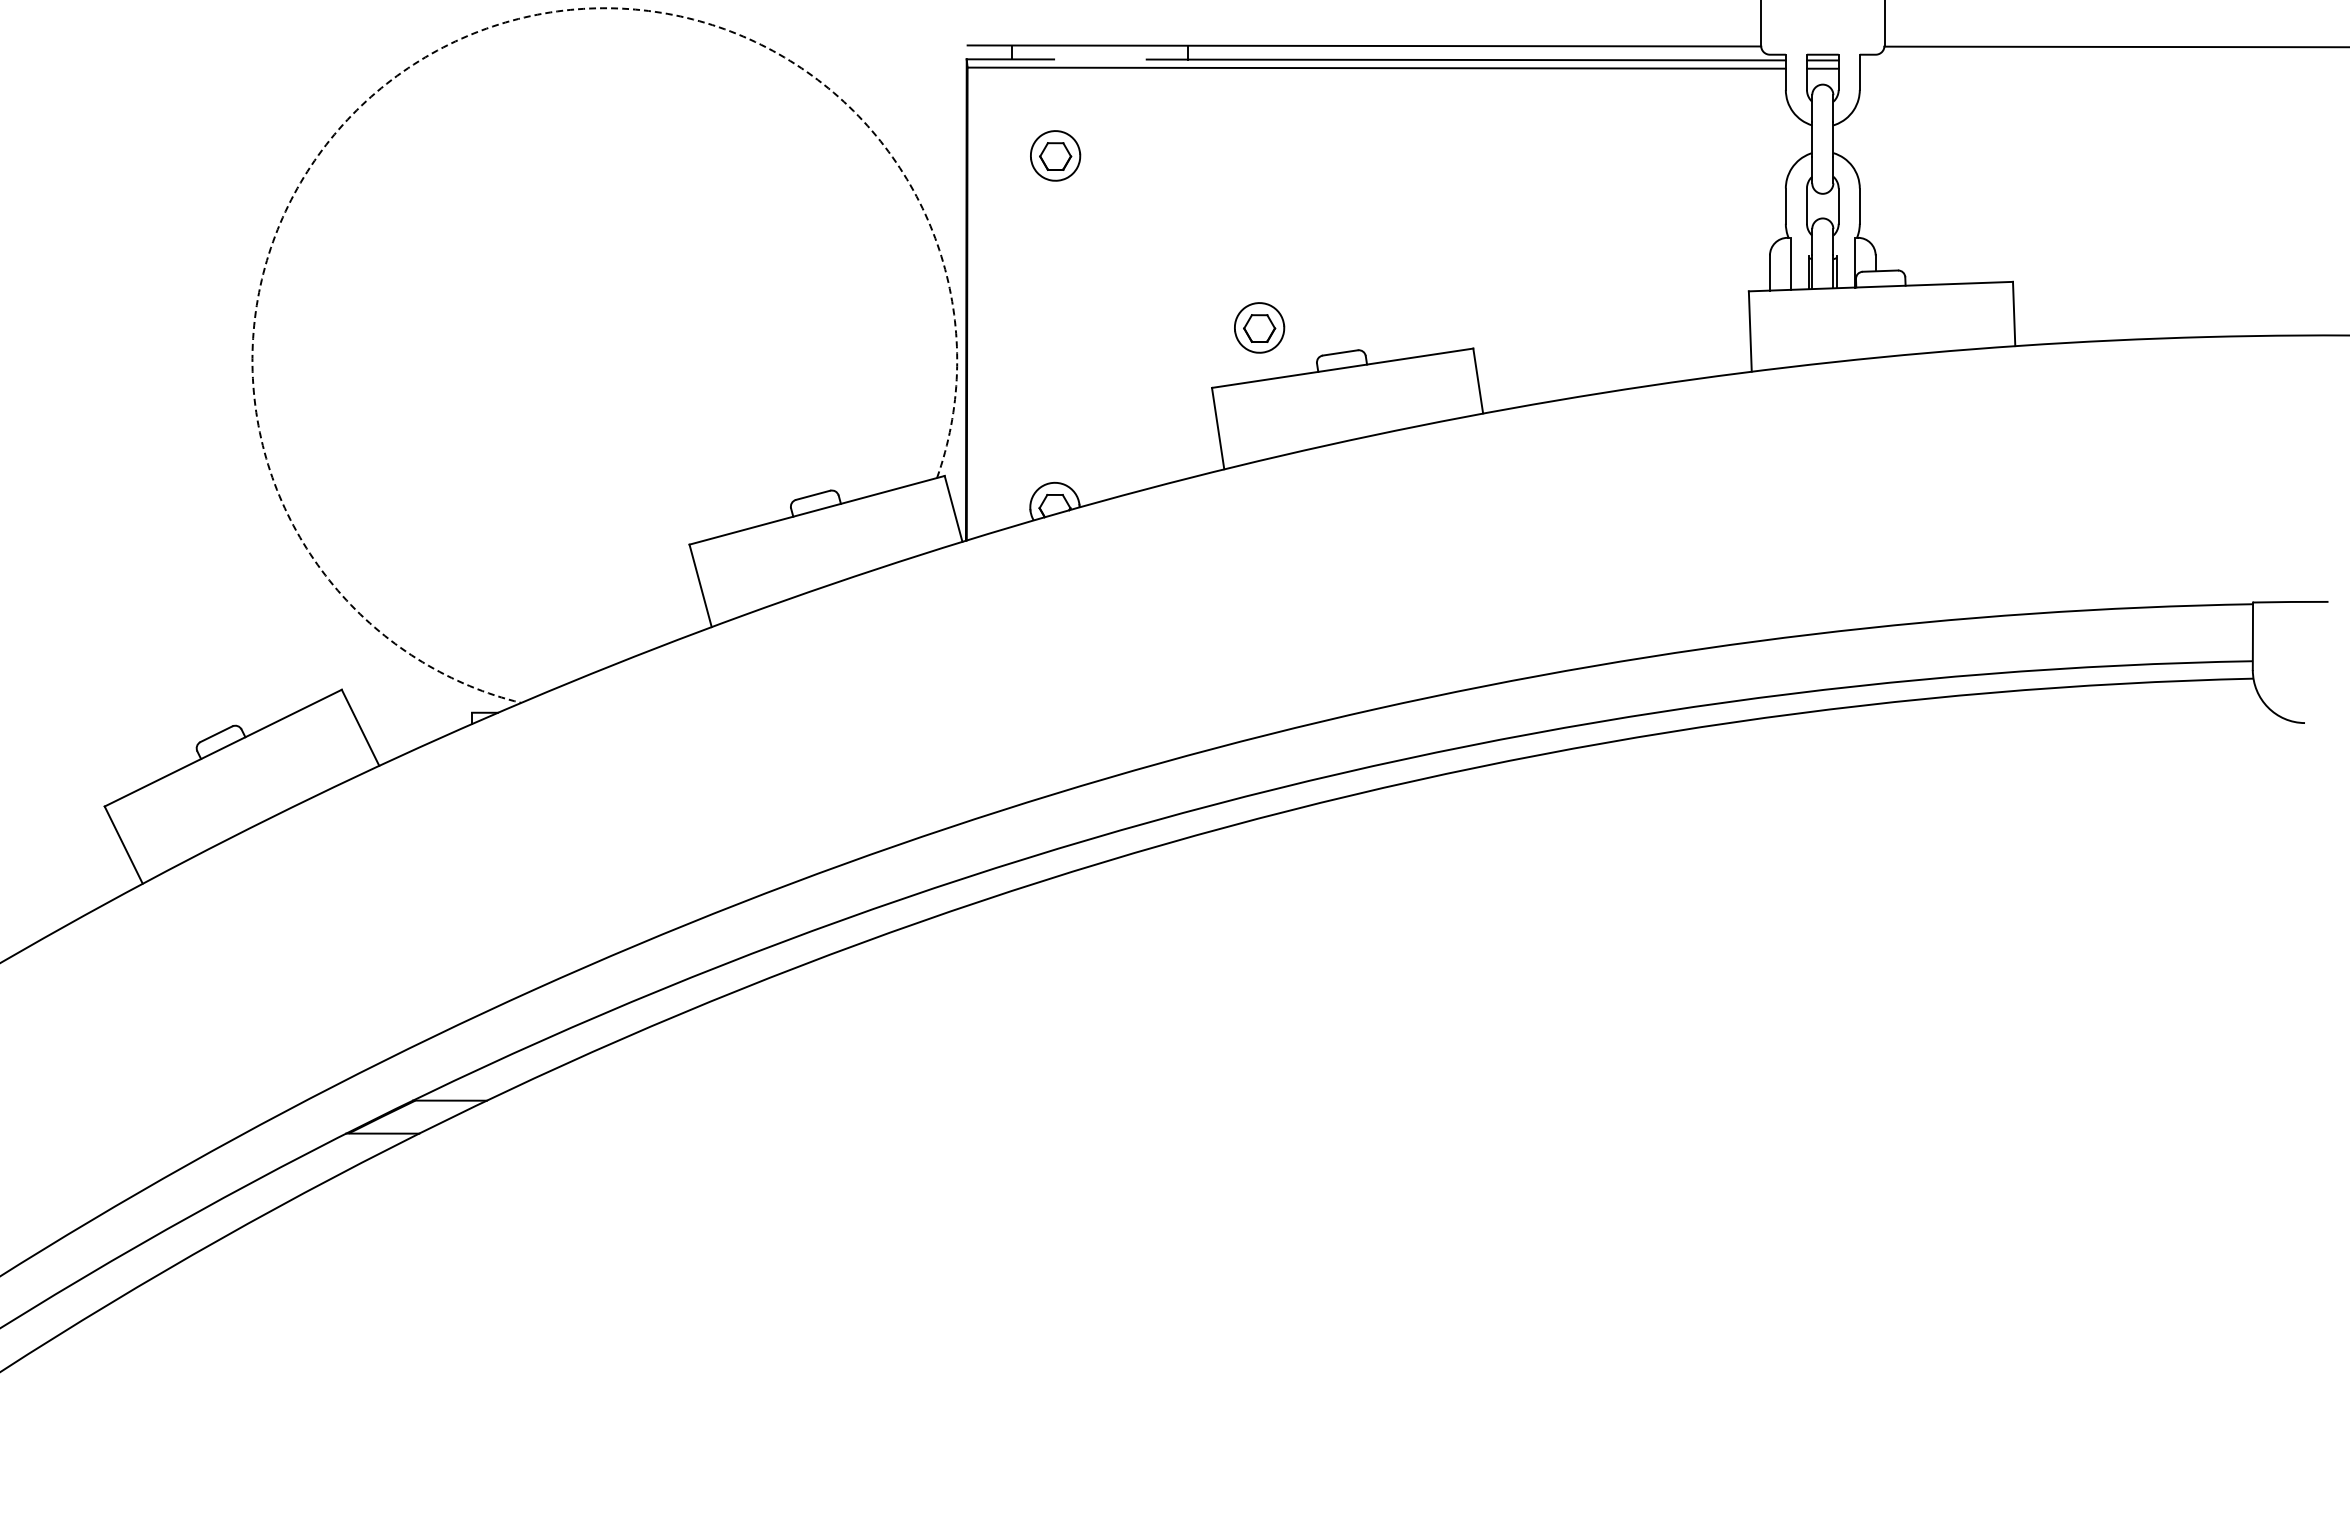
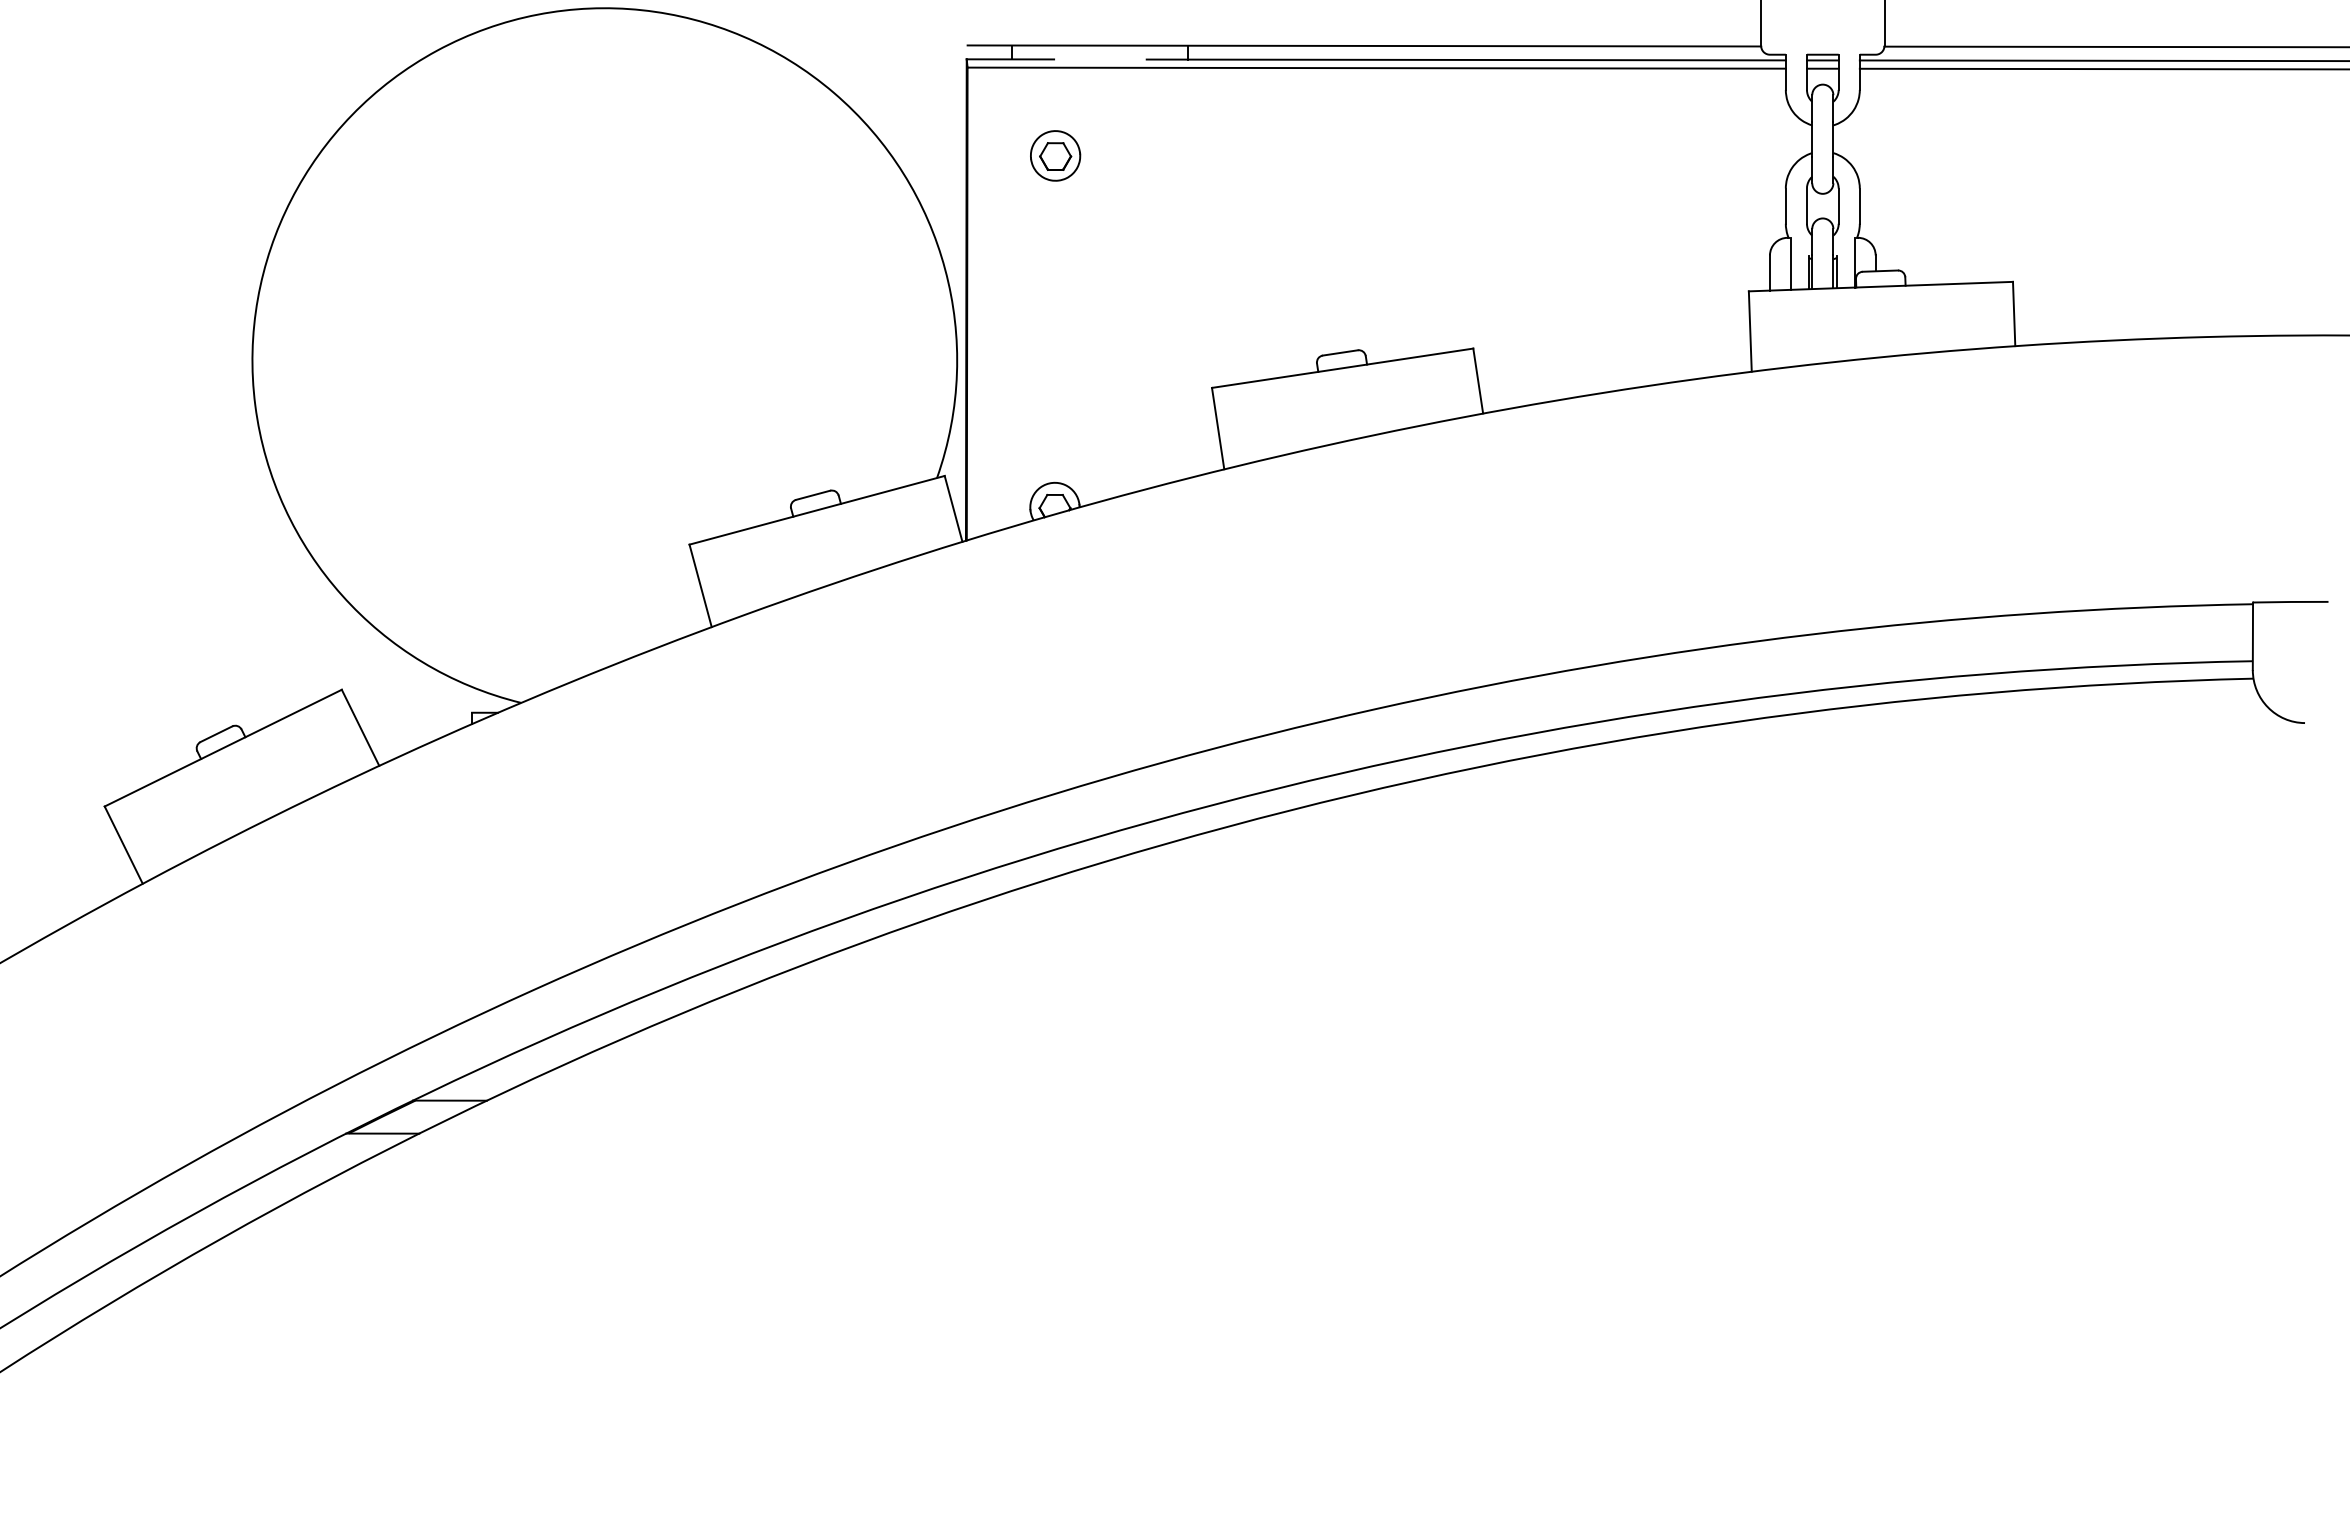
arc at (437, 50): dashed -> solid
line at (2102, 60): none -> present
line at (2102, 68): none -> present
part at (1259, 327): present -> none
